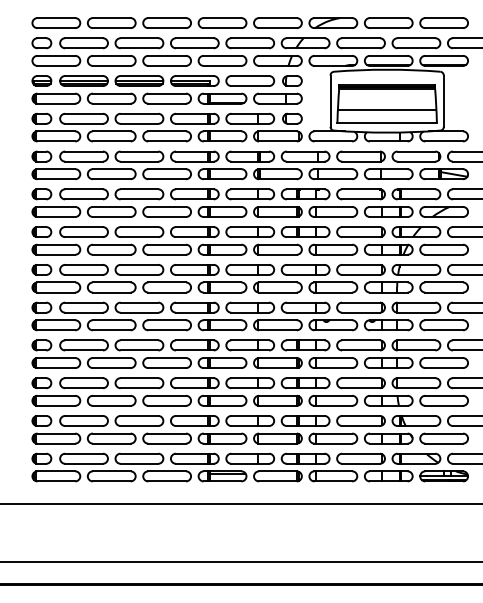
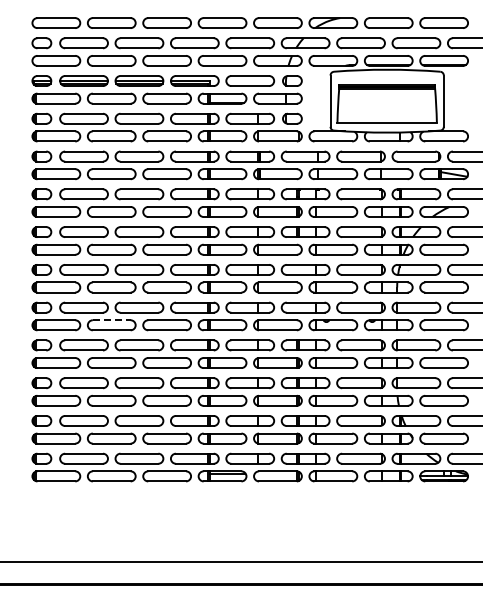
line at (386, 109): present -> none
line at (111, 320): solid -> dashed
line at (240, 504): present -> none
